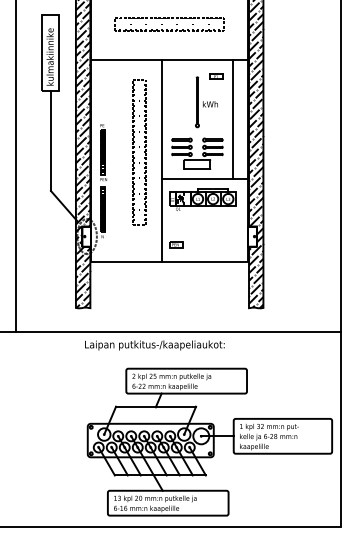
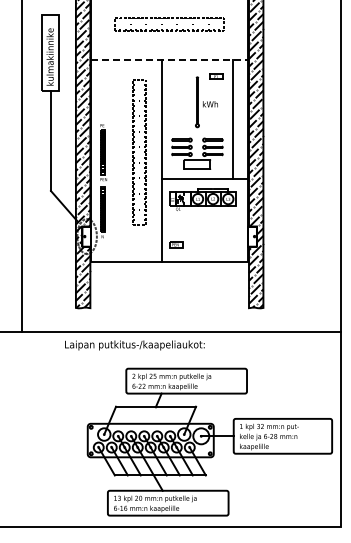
line at (169, 60): solid -> dashed
line at (16, 166) position: (16, 166) -> (22, 166)
text at (154, 345) position: (154, 345) -> (134, 345)
